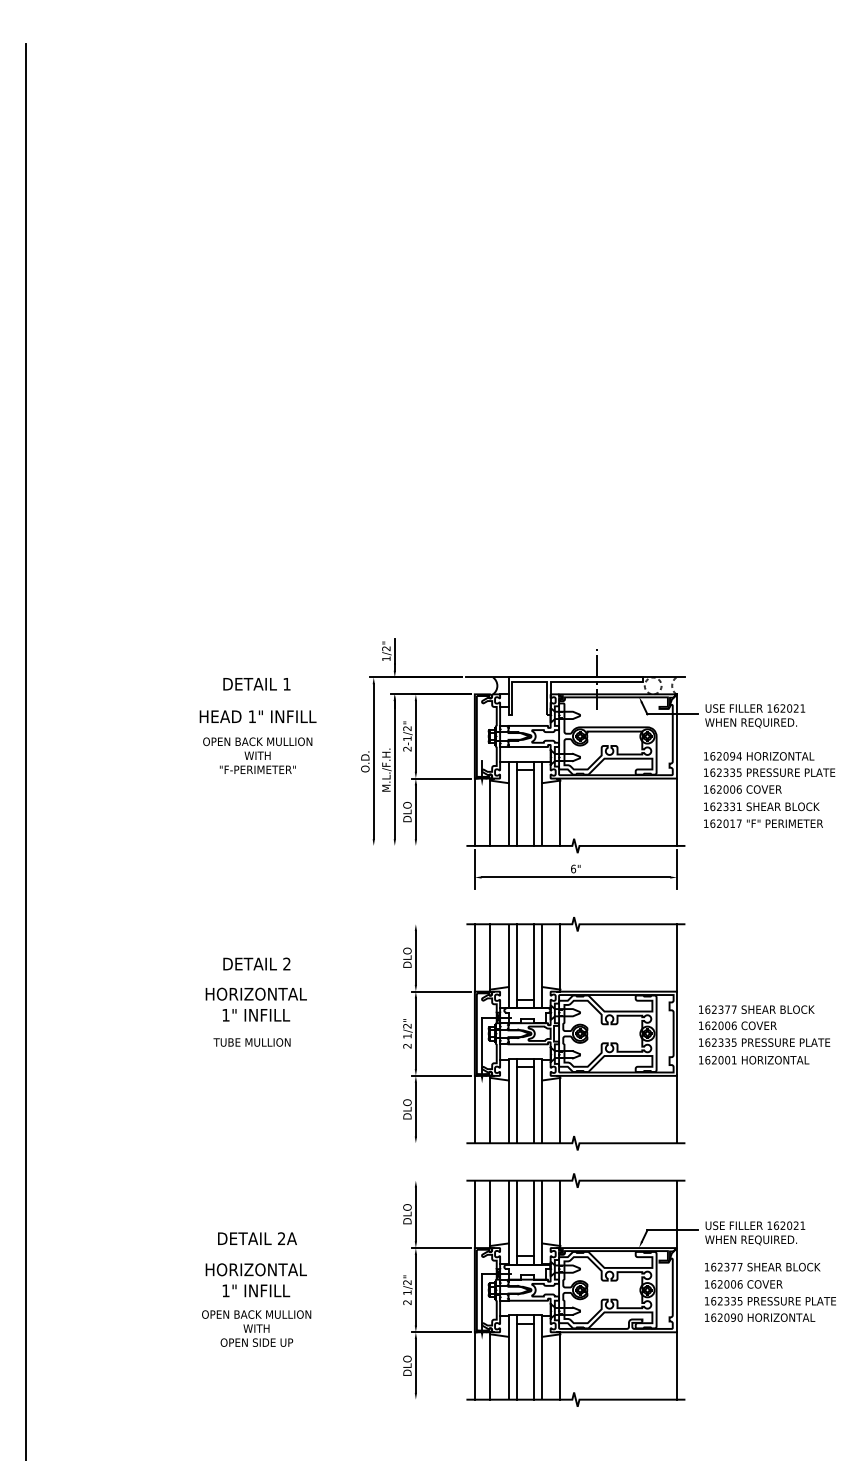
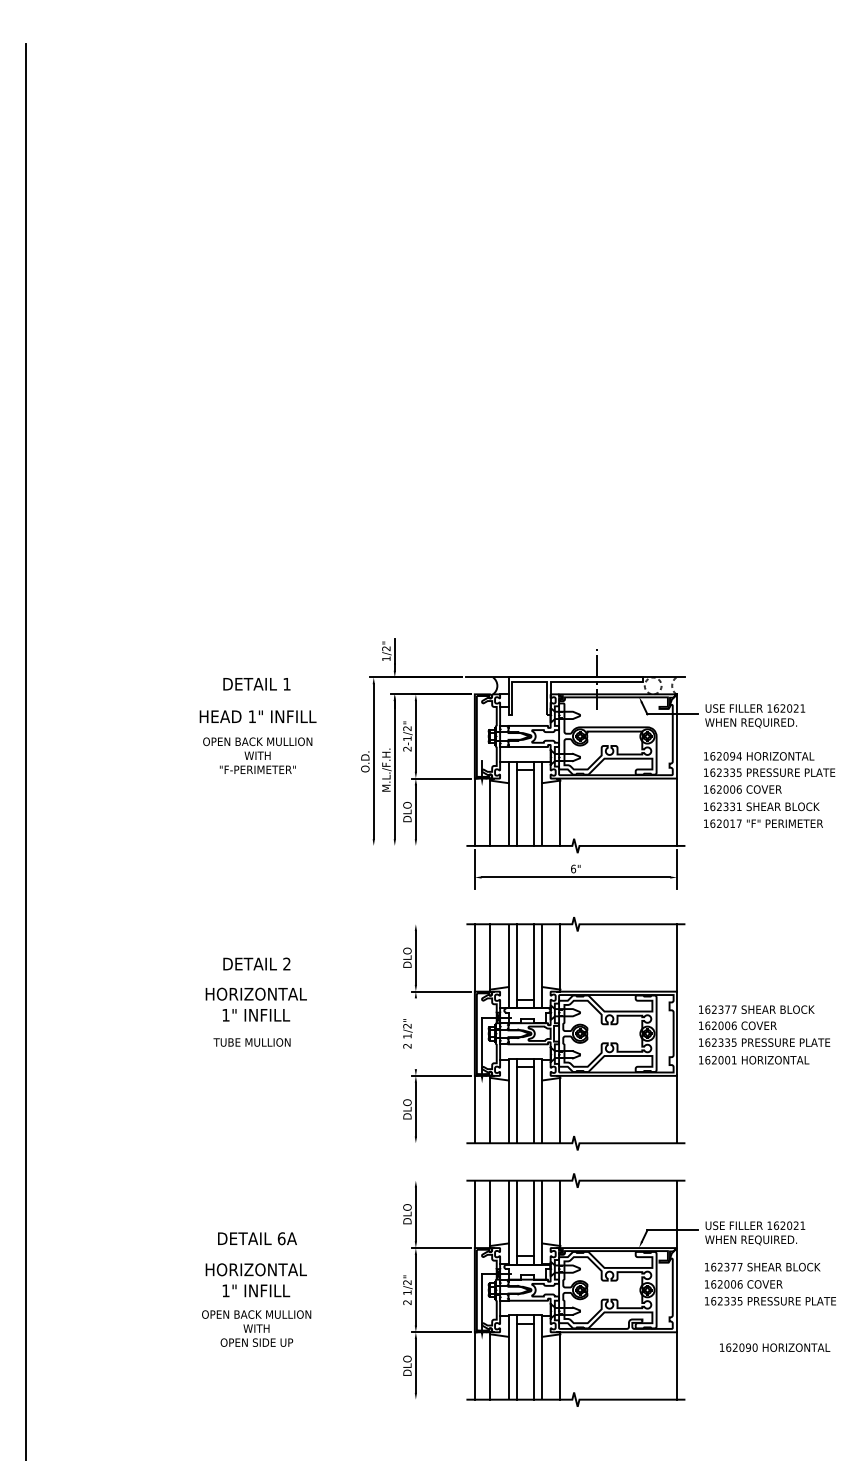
line at (415, 1033): present -> none
text at (281, 1238): 2A -> 6A
text at (760, 1317) position: (760, 1317) -> (775, 1347)
